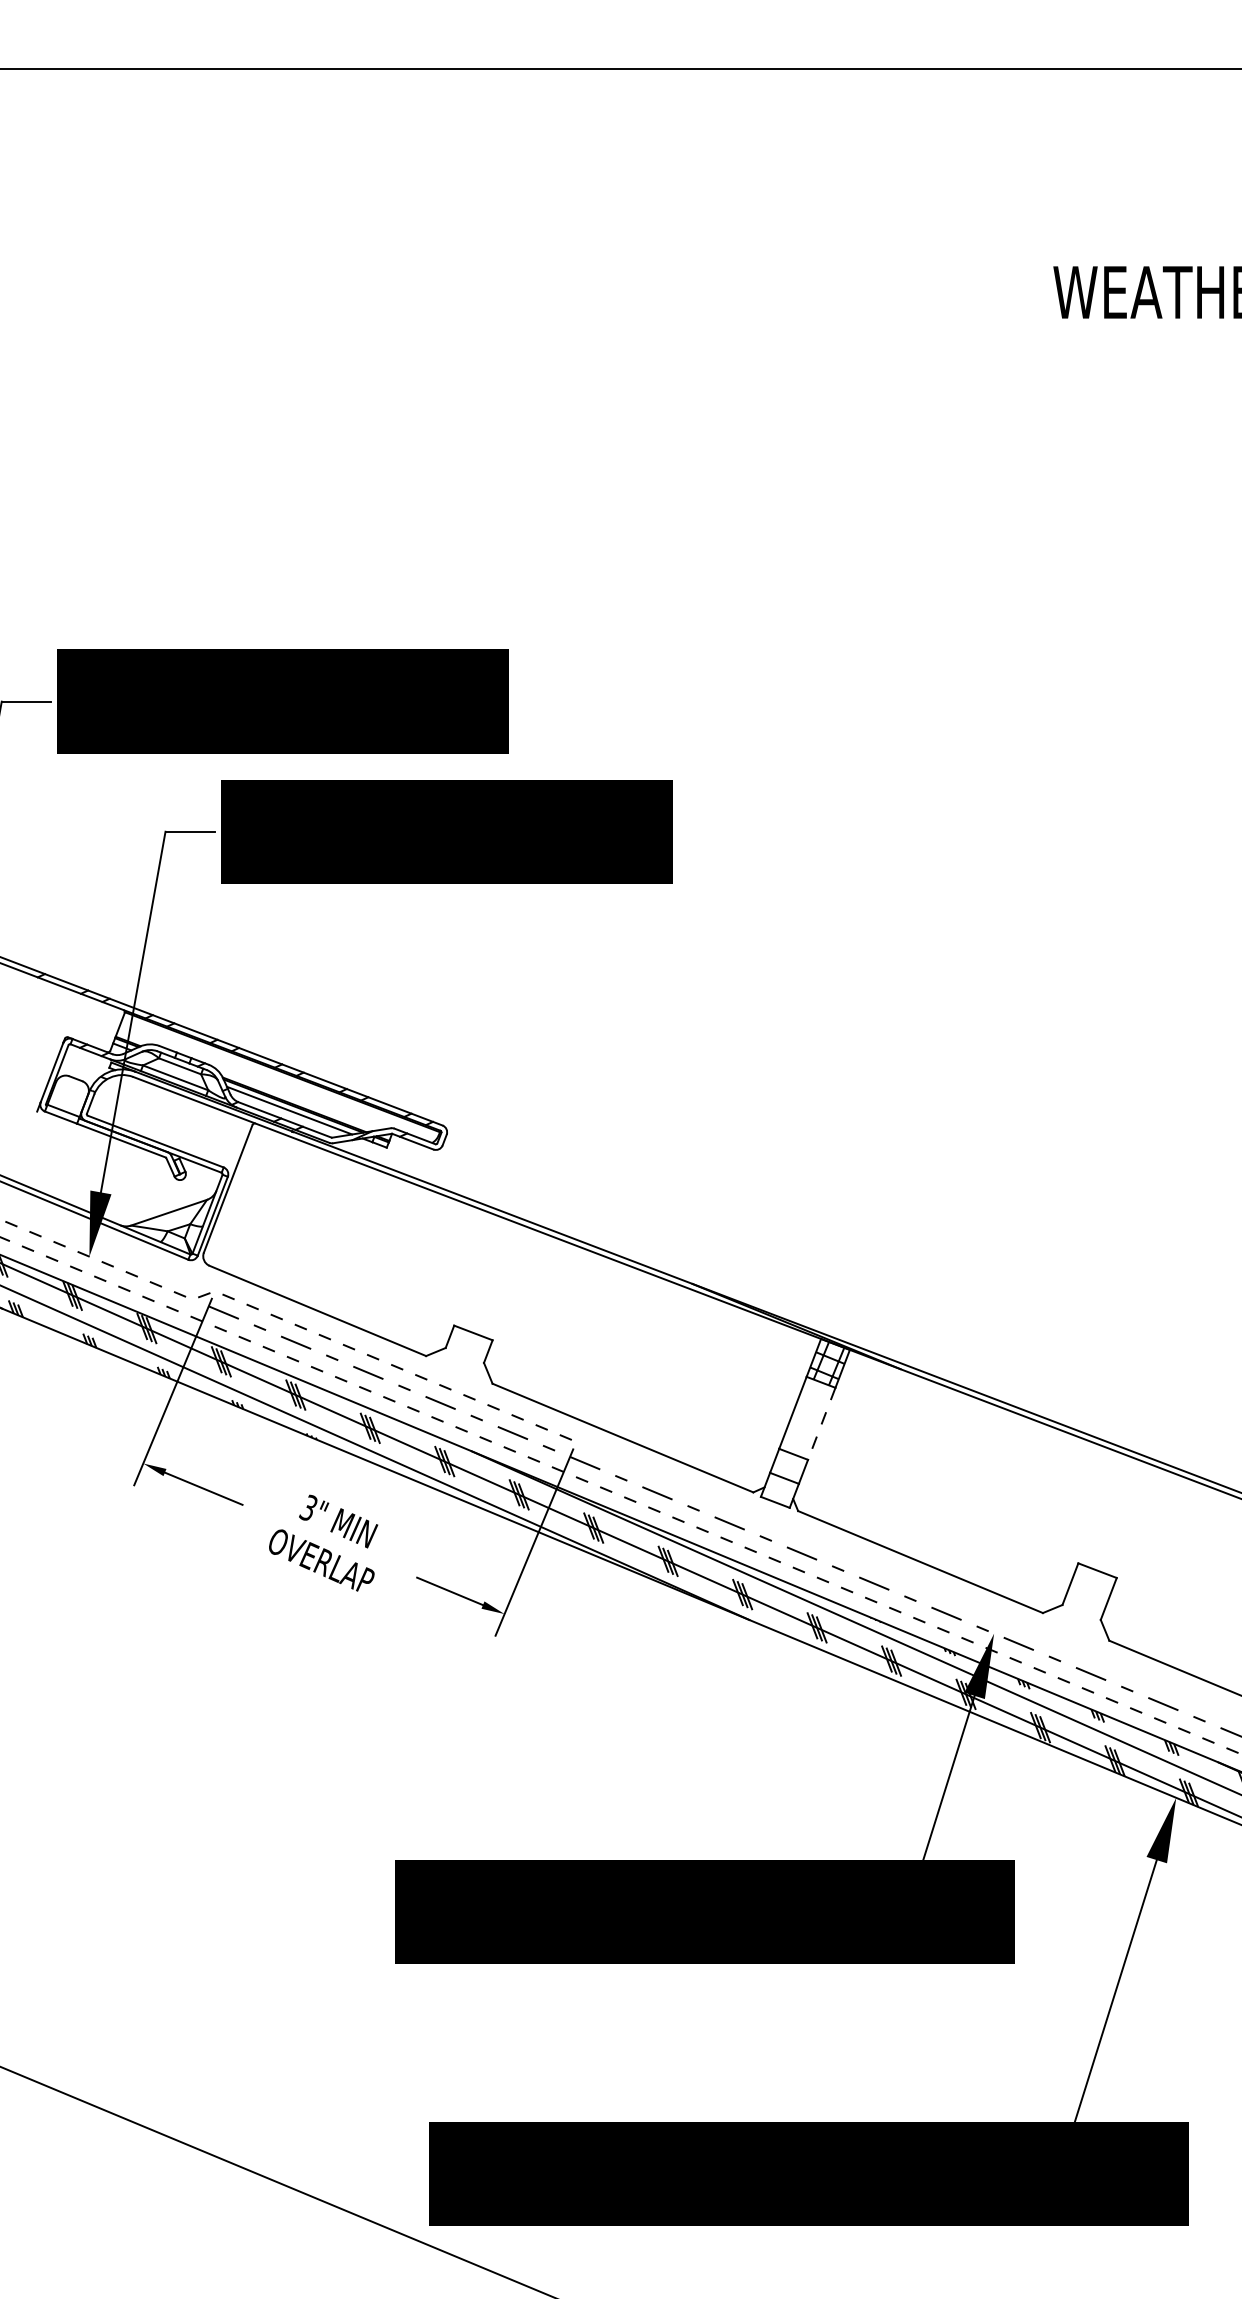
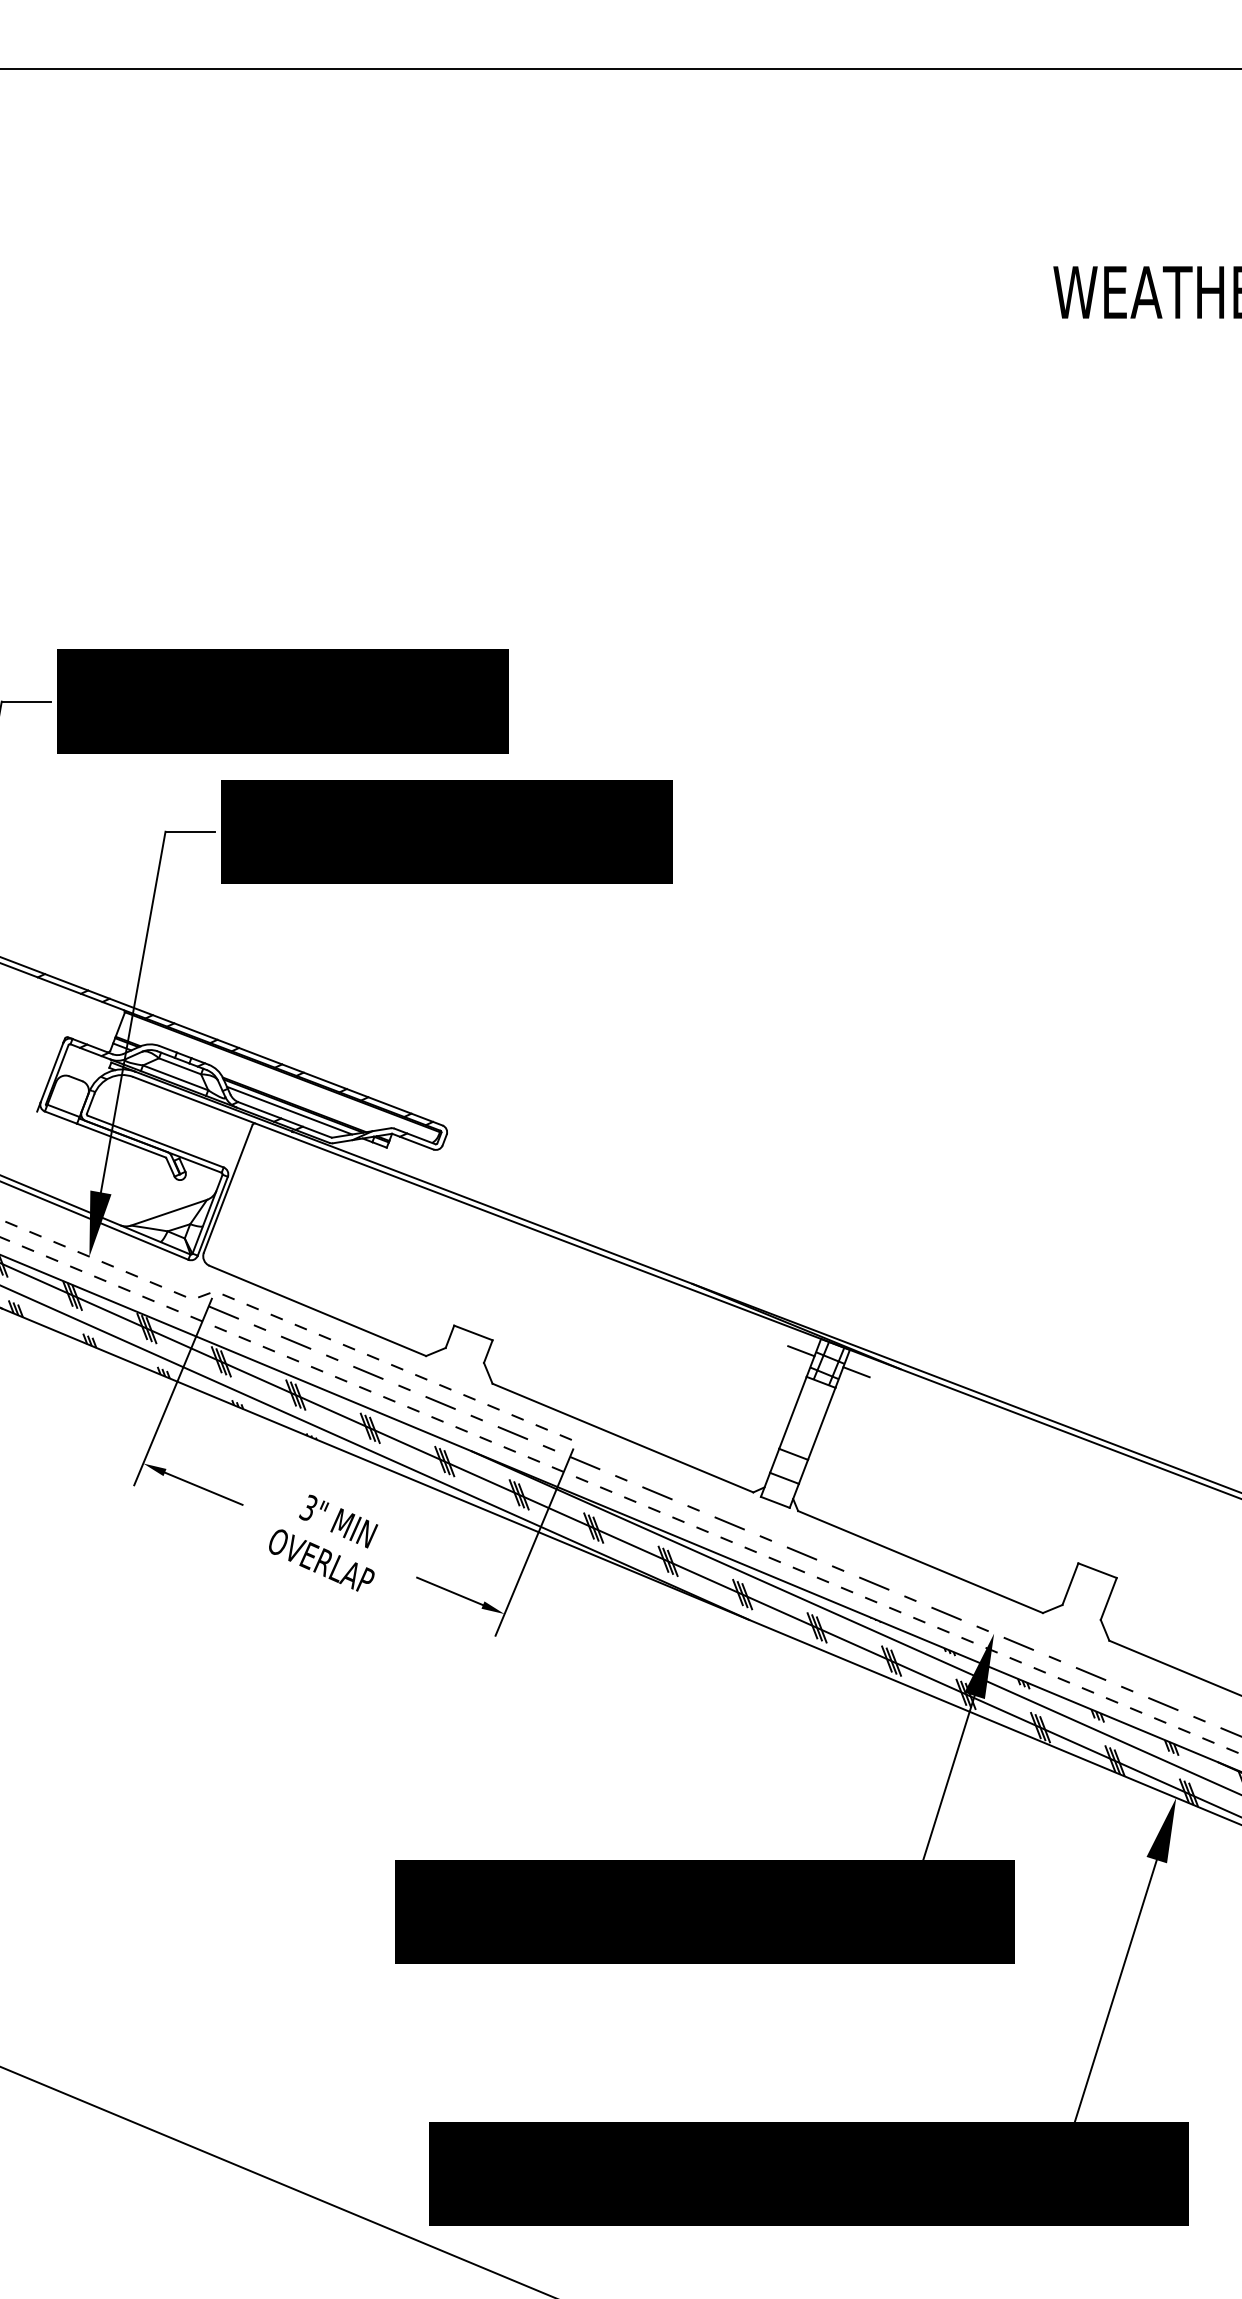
line at (801, 1351): none -> present
line at (856, 1372): none -> present
line at (821, 1423): dashed -> solid
